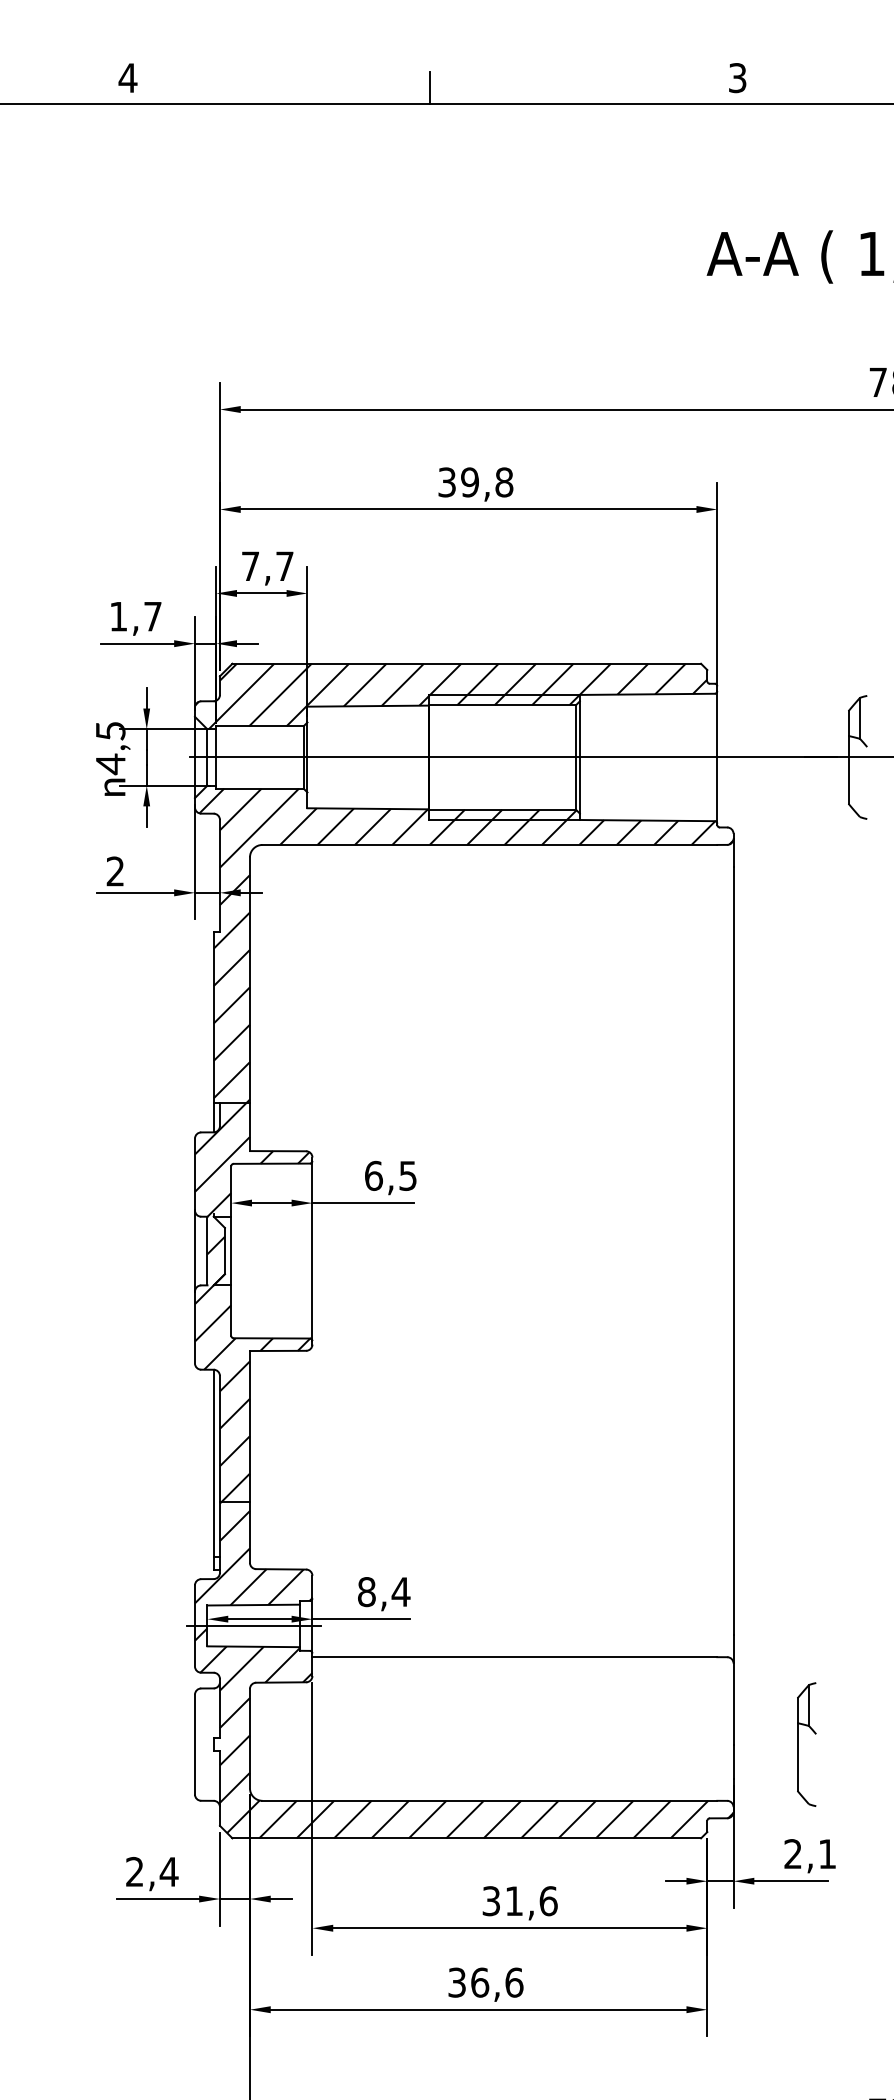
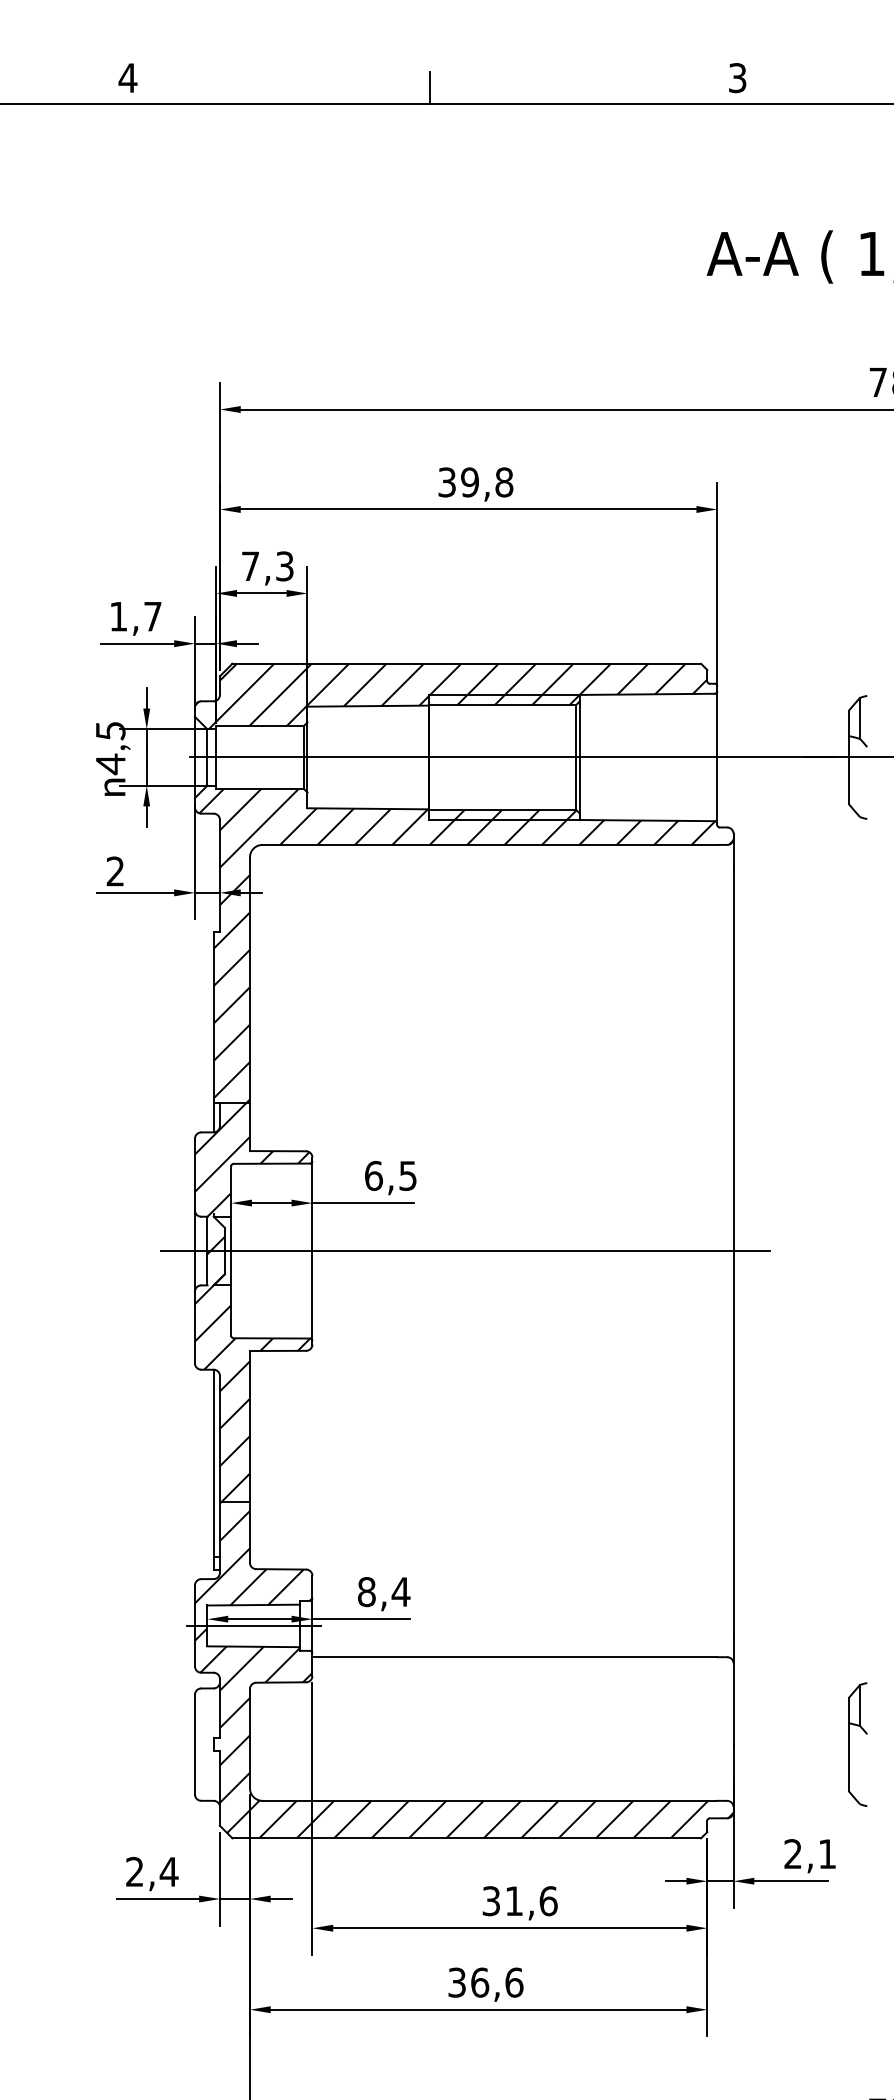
text at (284, 566): 7,7 -> 7,3
line at (464, 1251): none -> present
part at (798, 1744) position: (798, 1744) -> (849, 1744)
